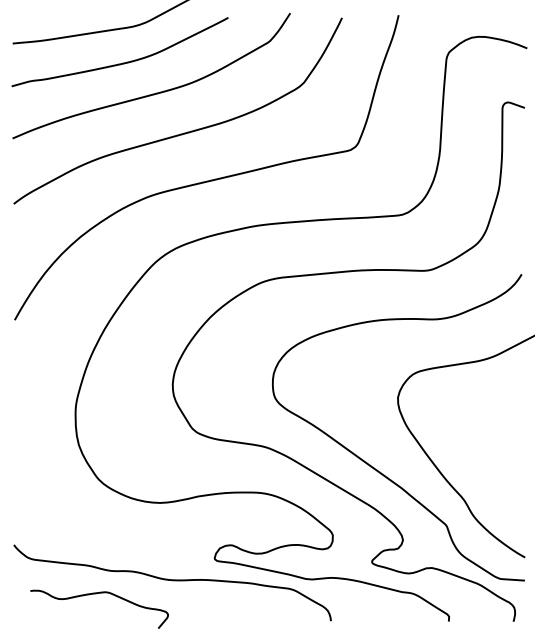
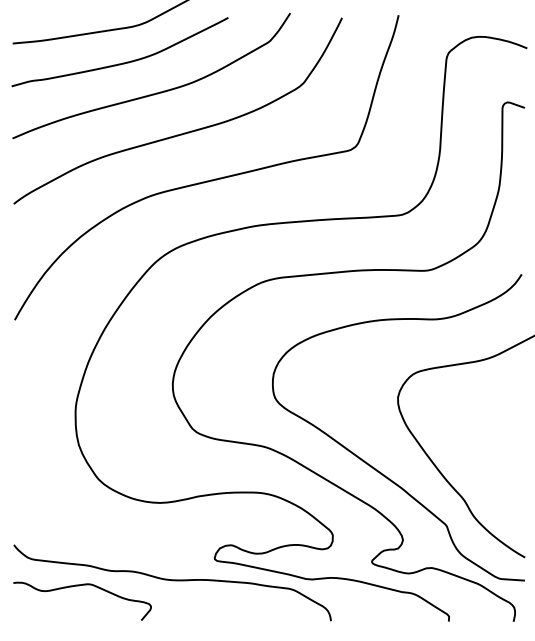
curve at (96, 594) position: (96, 594) -> (79, 586)
